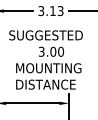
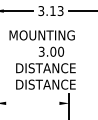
text at (45, 35): SUGGESTED -> MOUNTING
text at (49, 68): MOUNTING -> DISTANCE
line at (32, 103): present -> none
